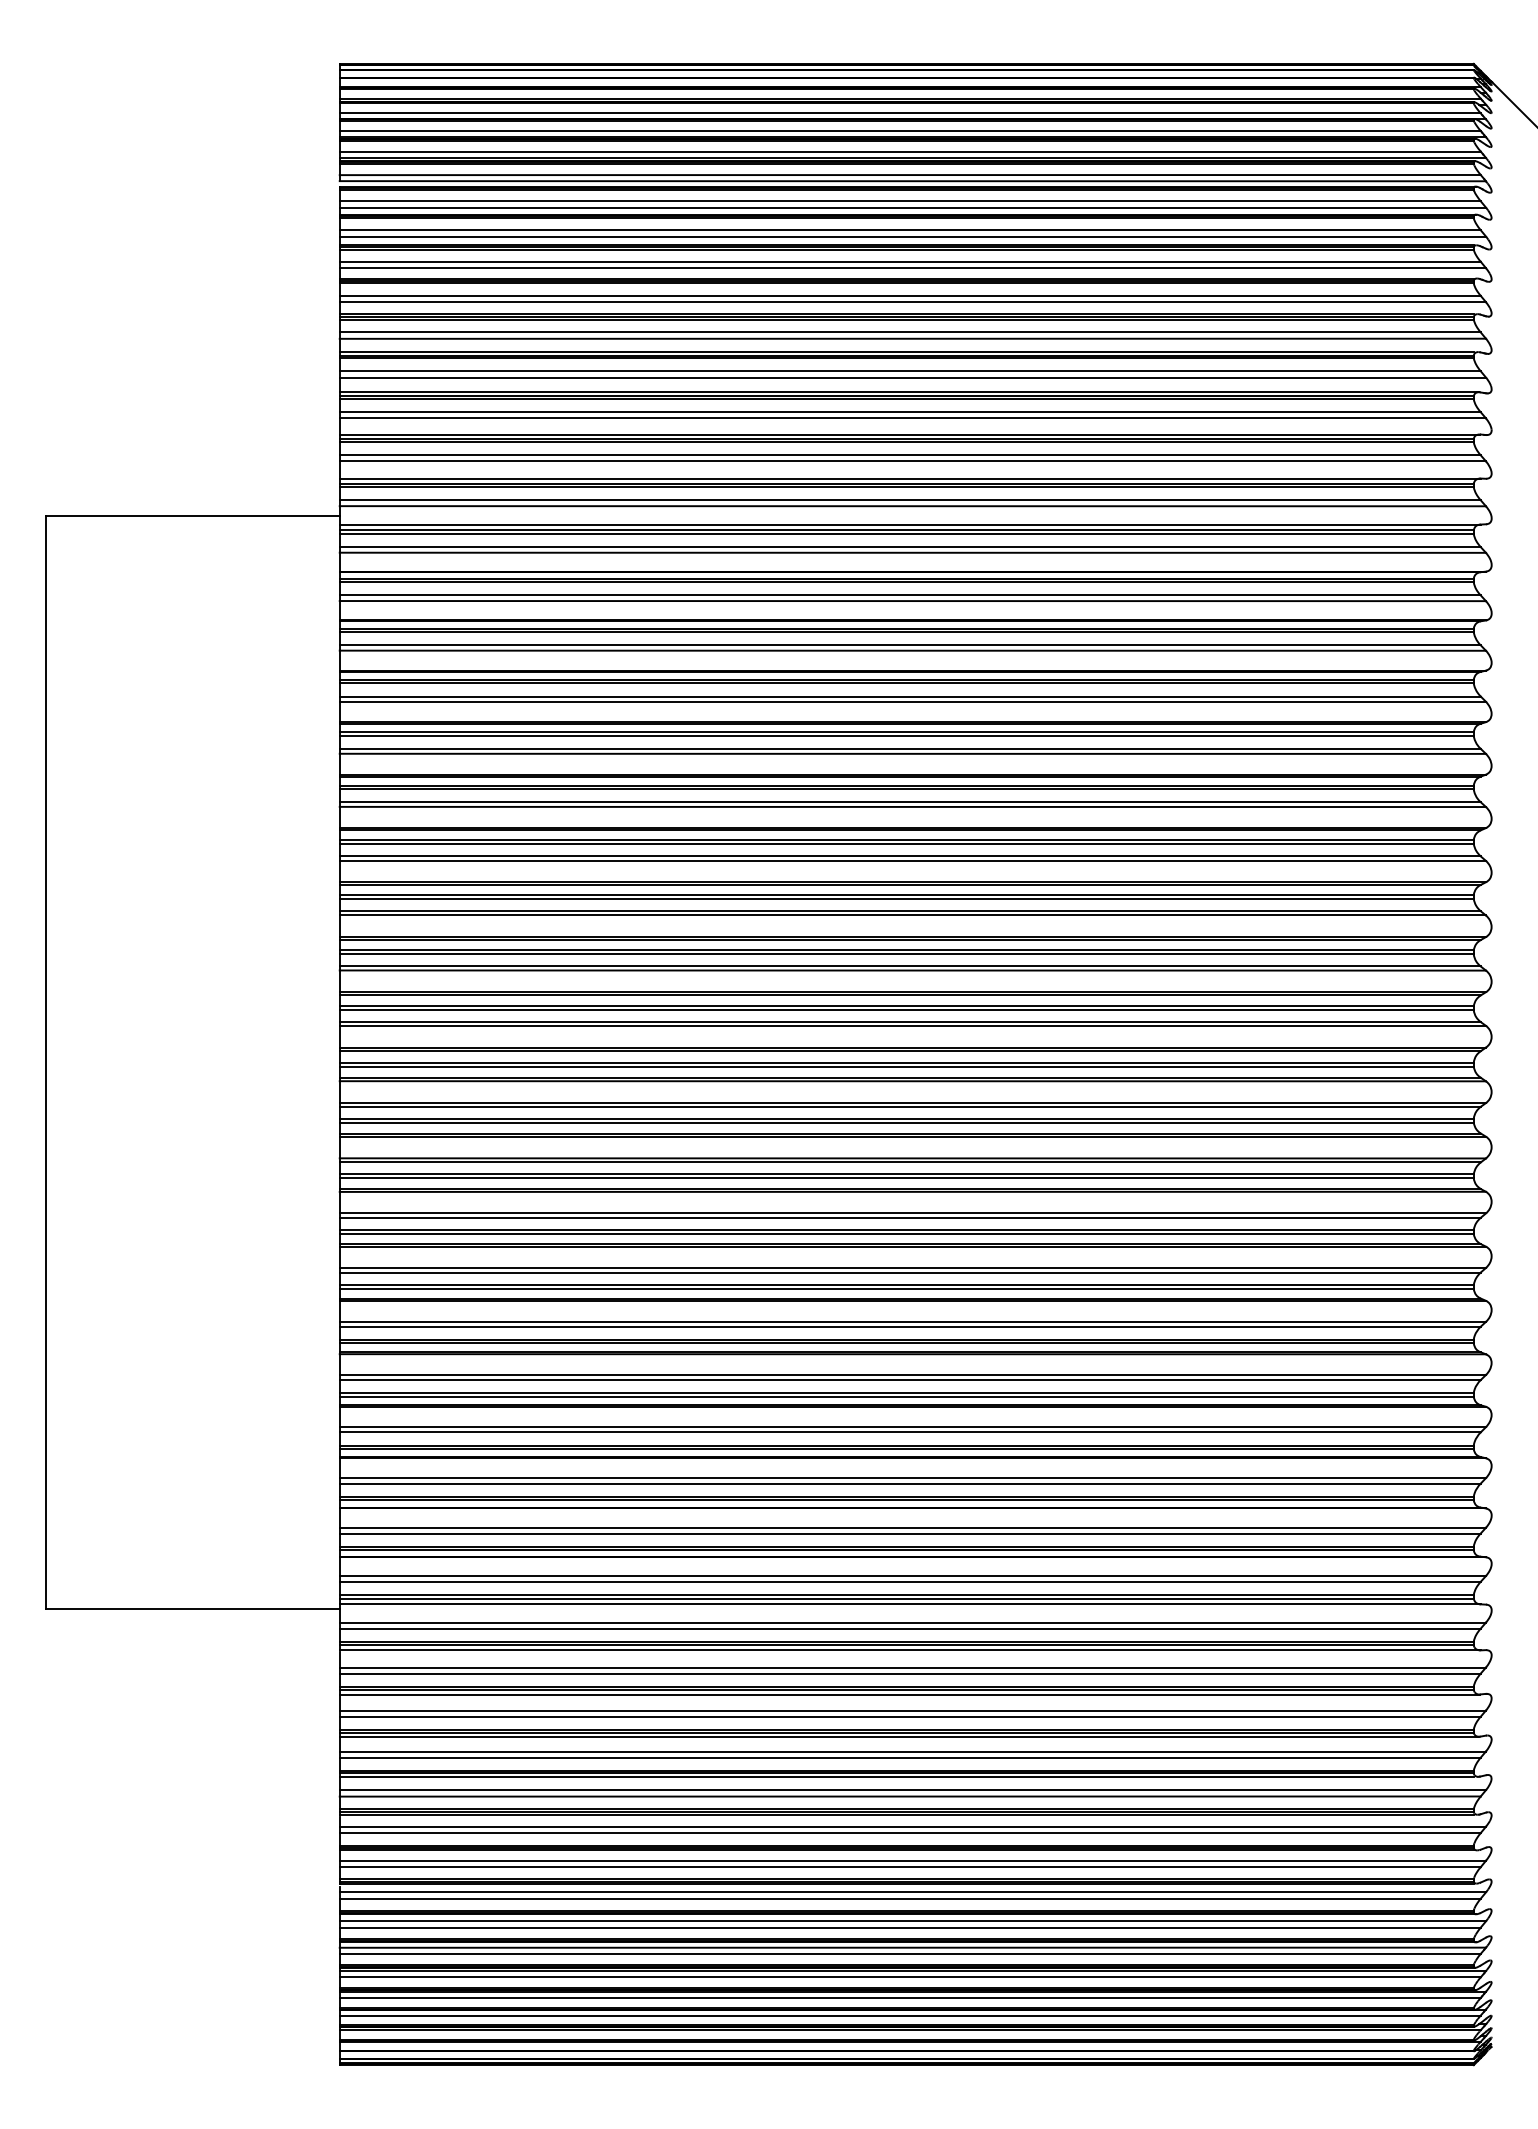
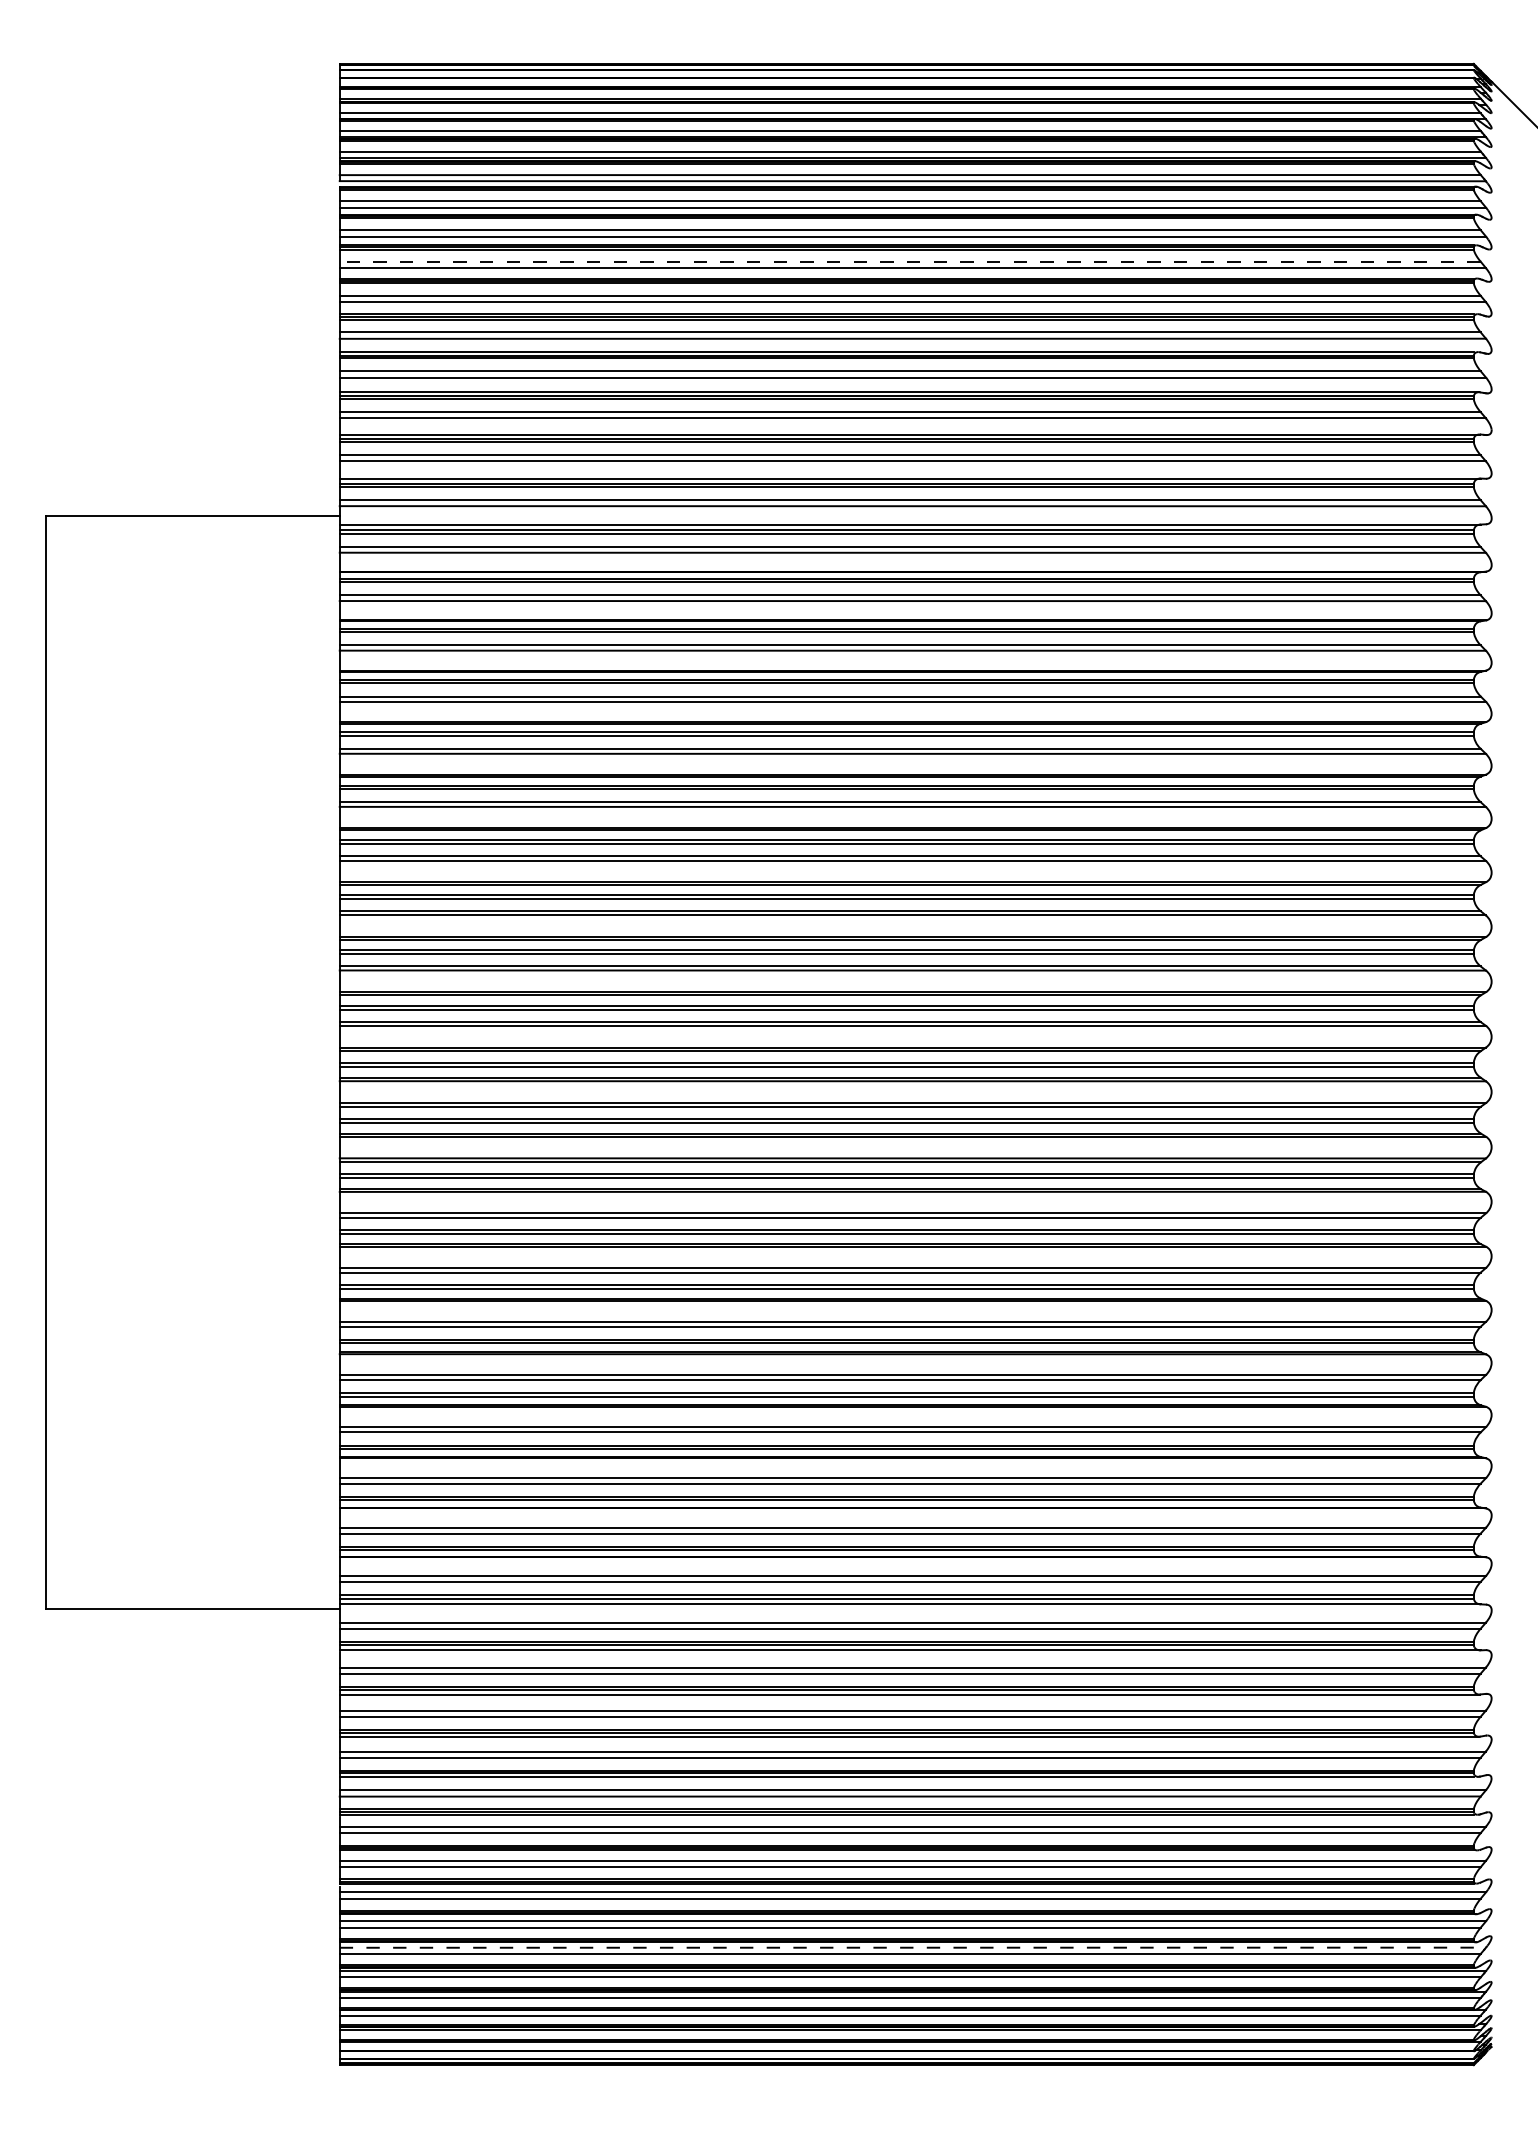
line at (910, 261): solid -> dashed
line at (913, 1947): solid -> dashed
